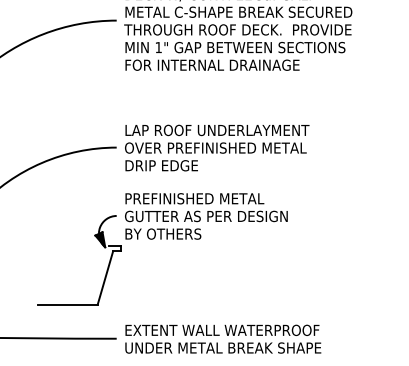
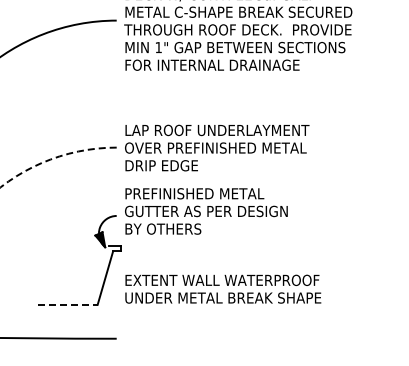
arc at (54, 158): solid -> dashed
text at (206, 216) position: (206, 216) -> (206, 211)
line at (68, 304): solid -> dashed
text at (223, 338) position: (223, 338) -> (223, 288)
